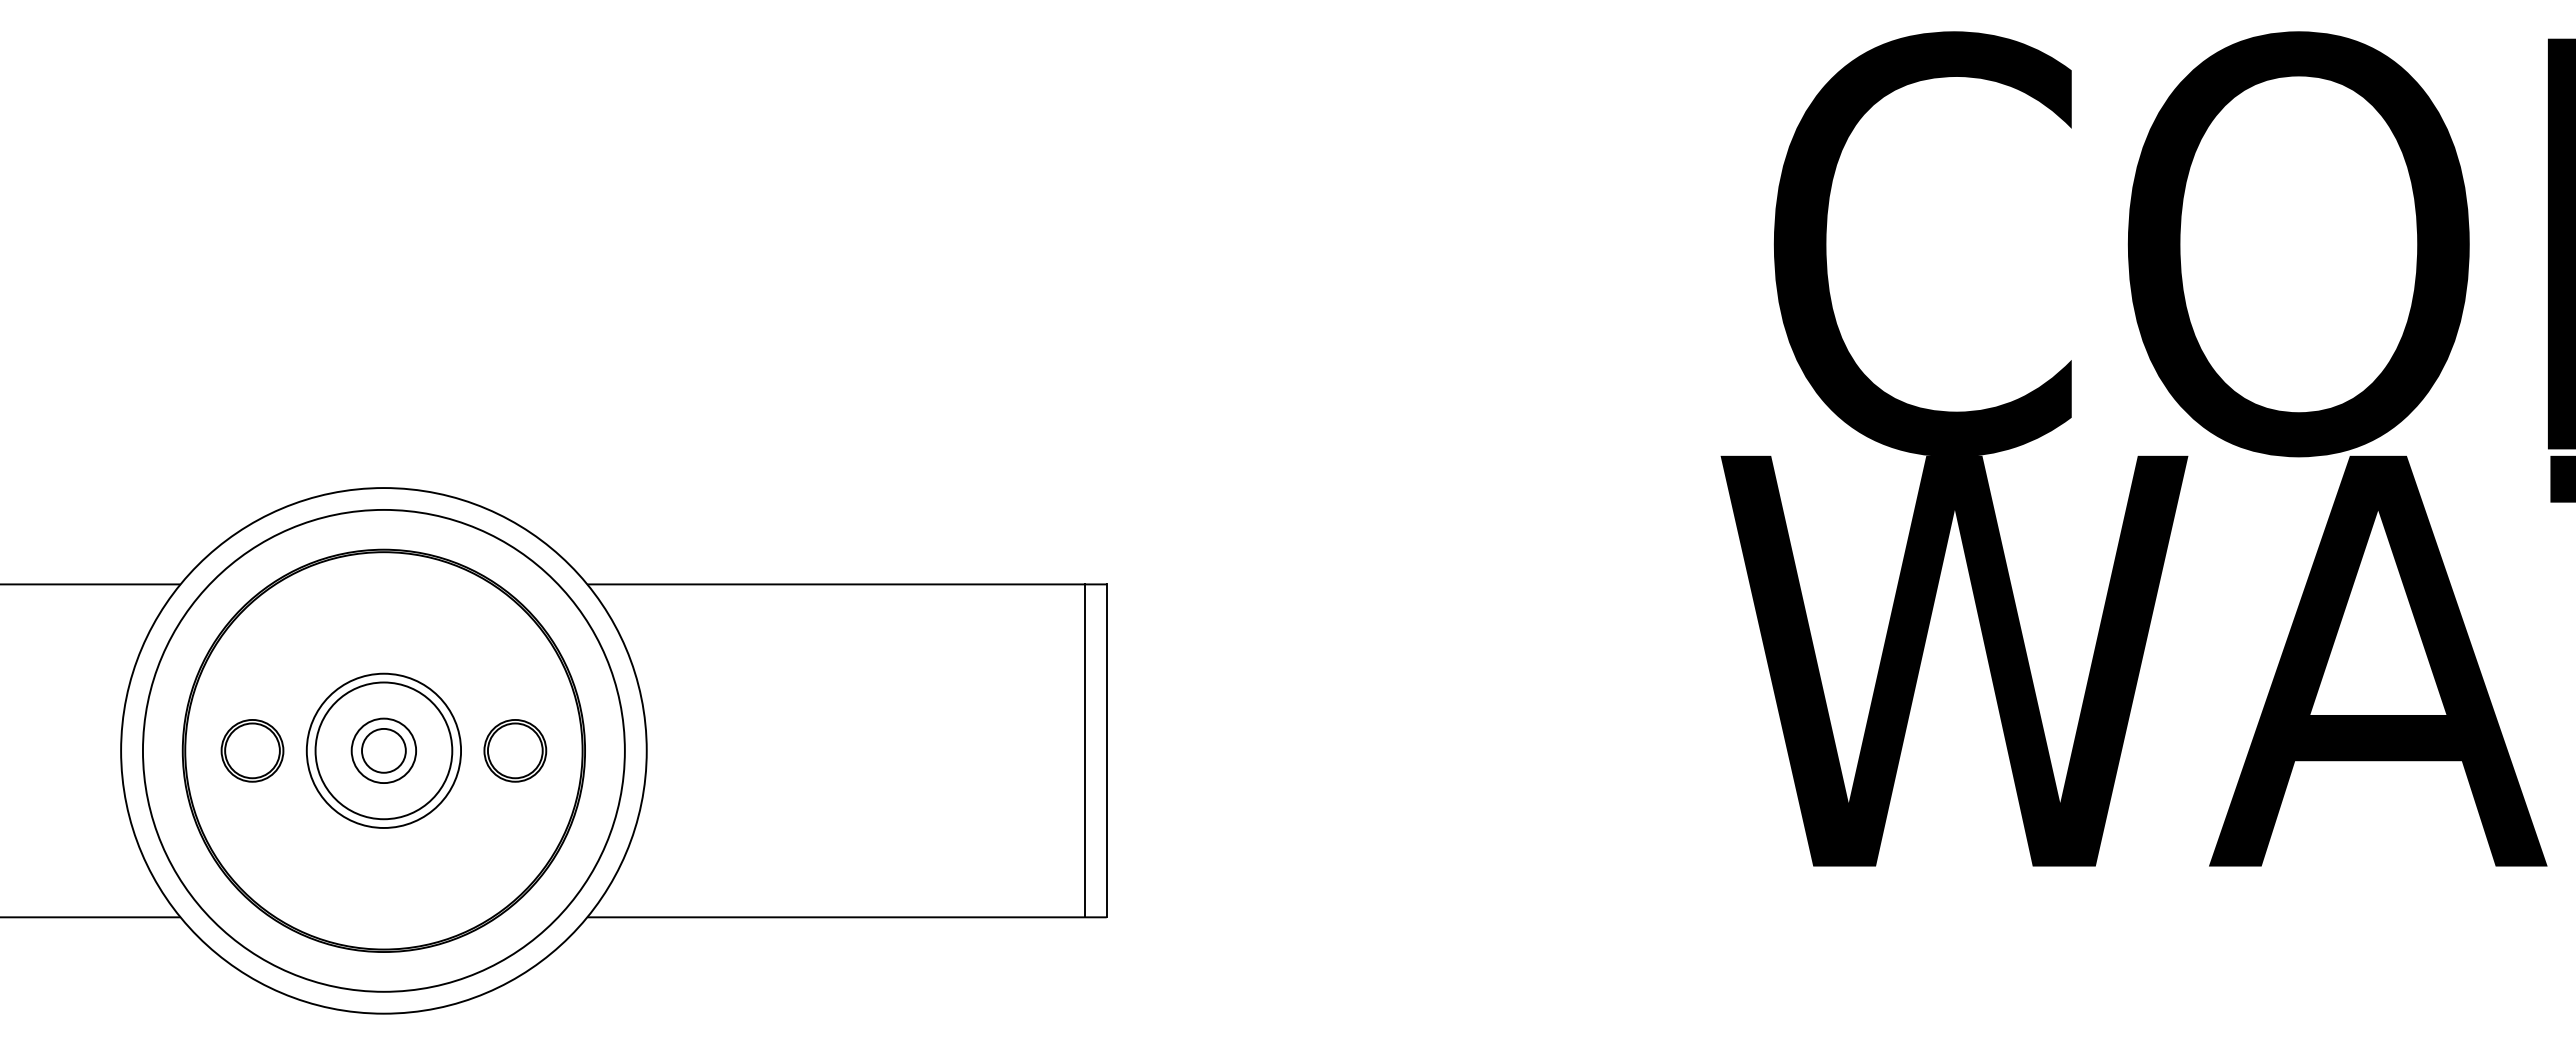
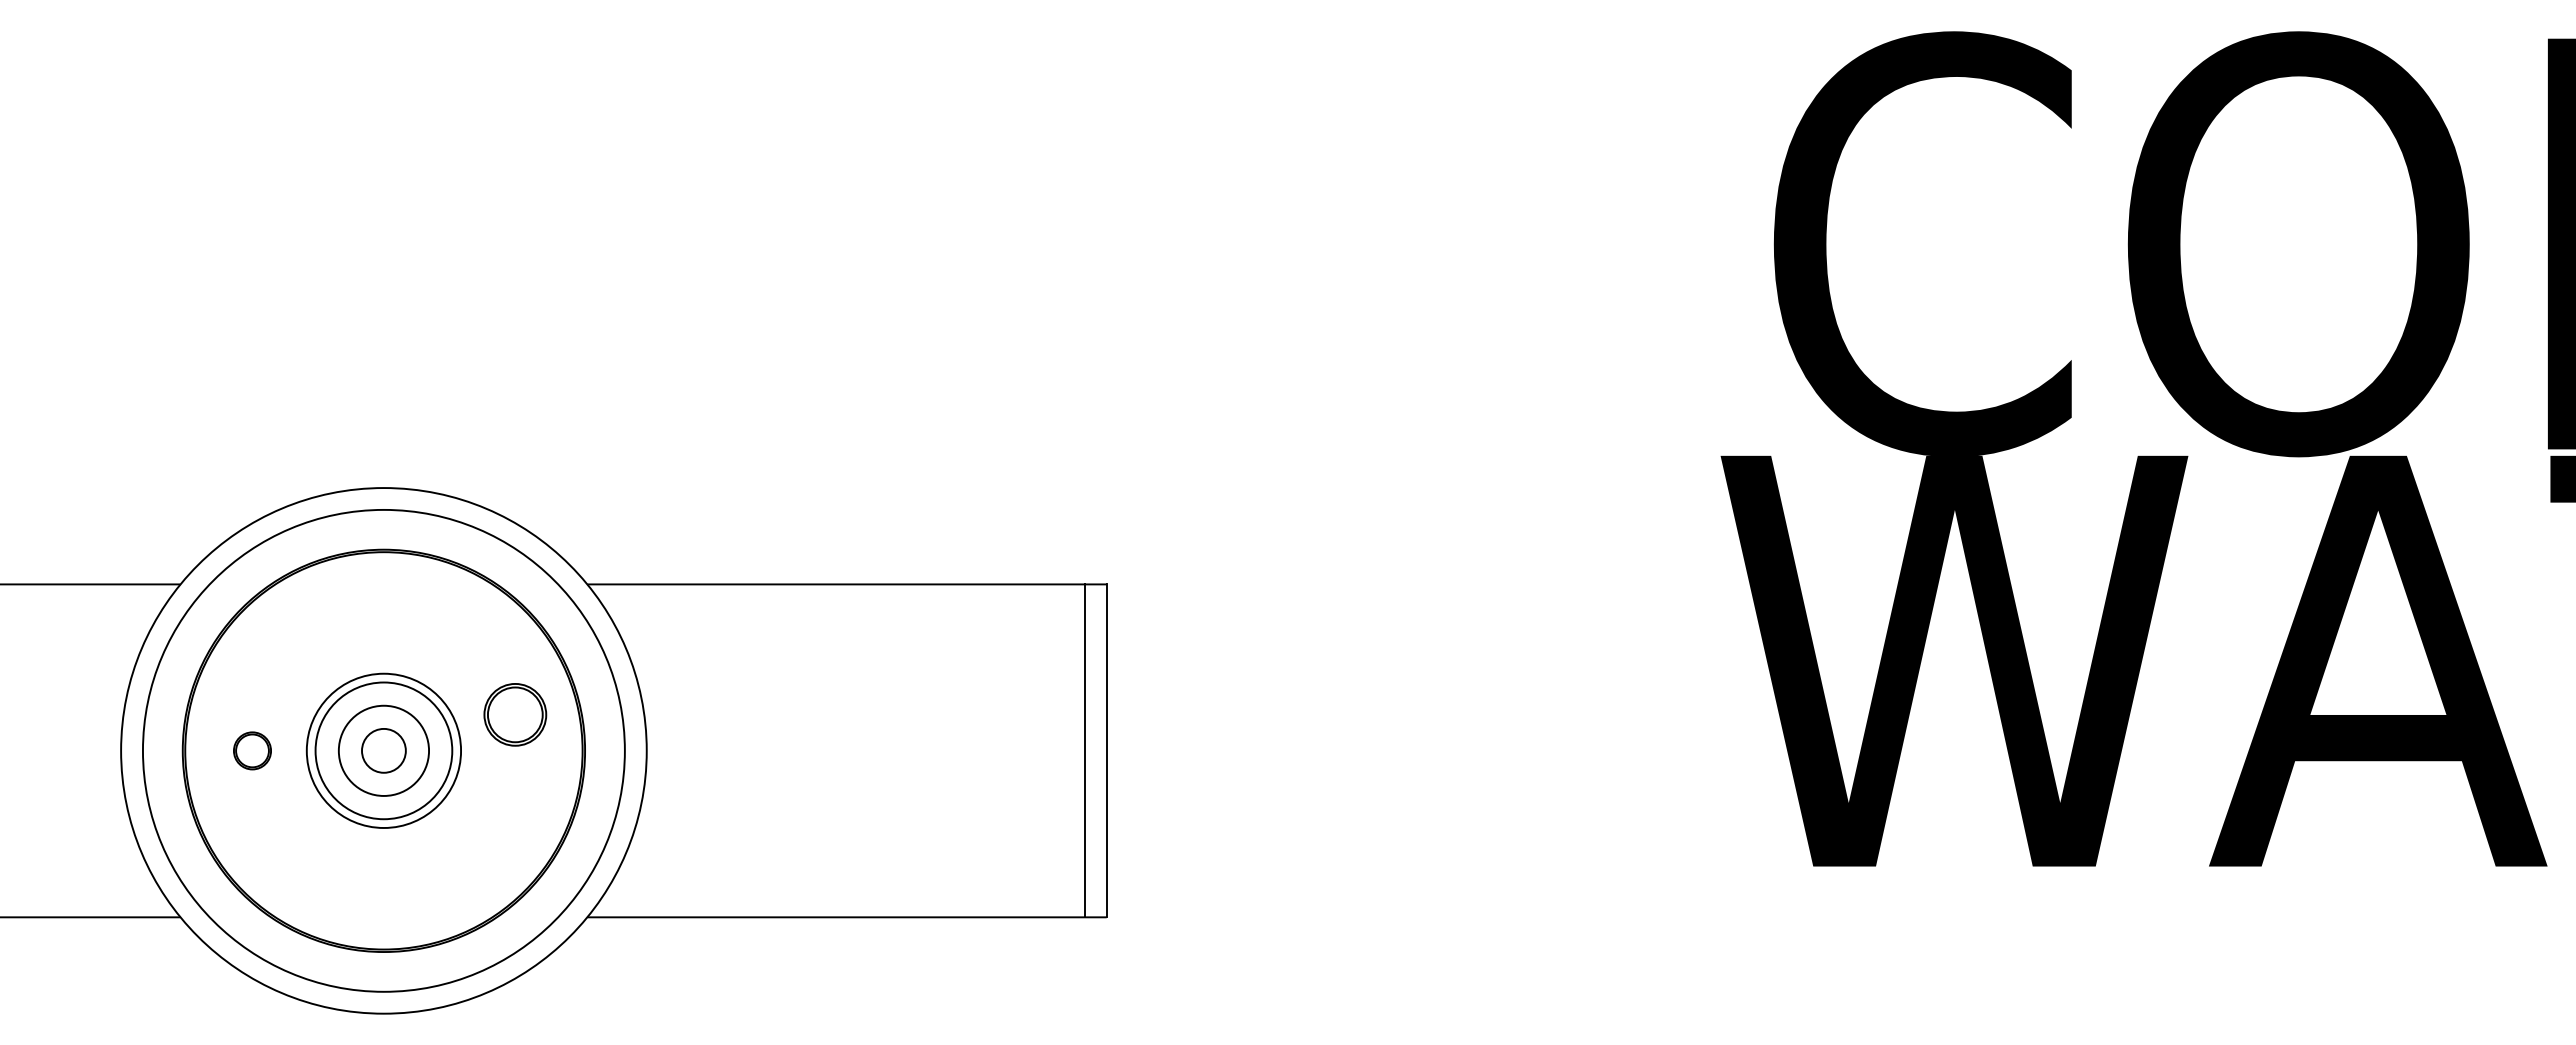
part at (252, 750) size: 65x64 px -> 39x40 px
circle at (383, 750) diameter: 64 px -> 90 px
part at (515, 750) position: (515, 750) -> (515, 714)
